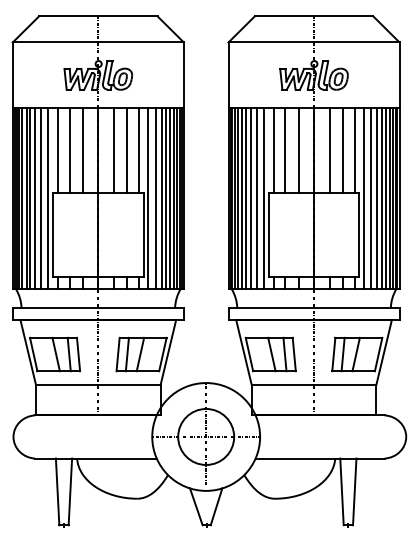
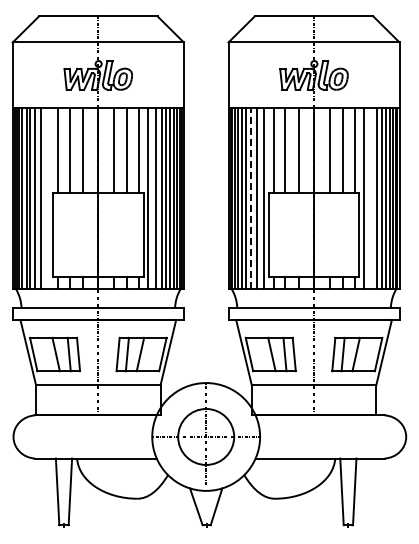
line at (48, 198): present -> none
line at (250, 198): solid -> dashed
line at (371, 198): present -> none
